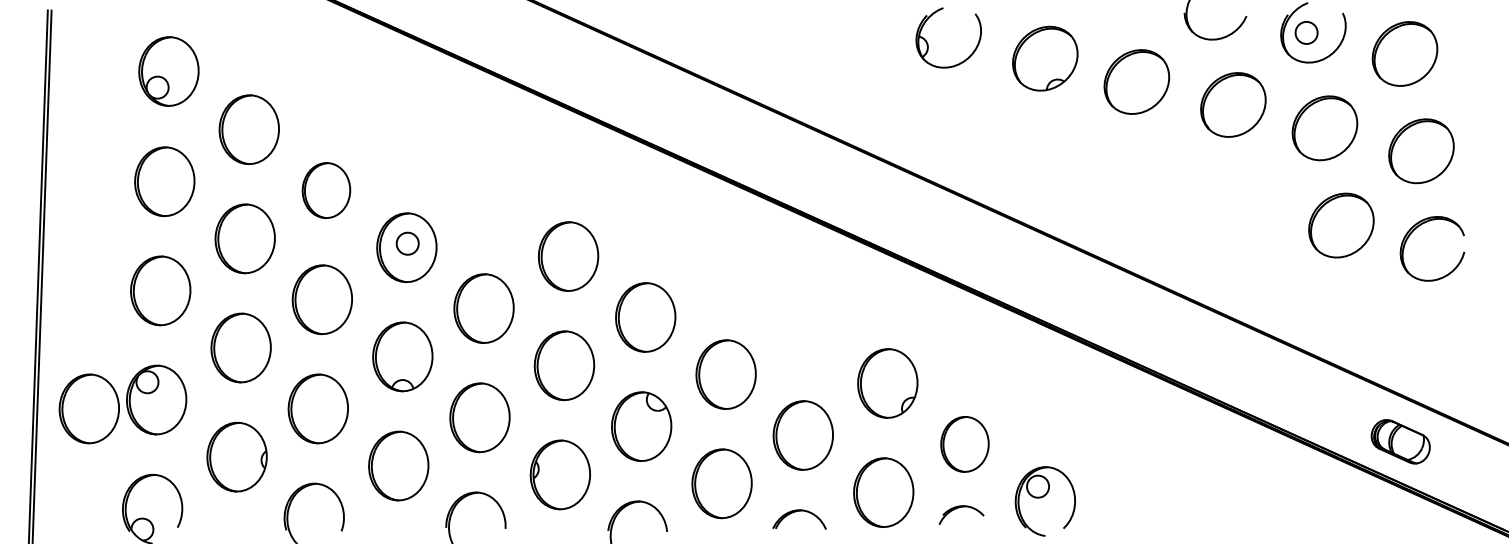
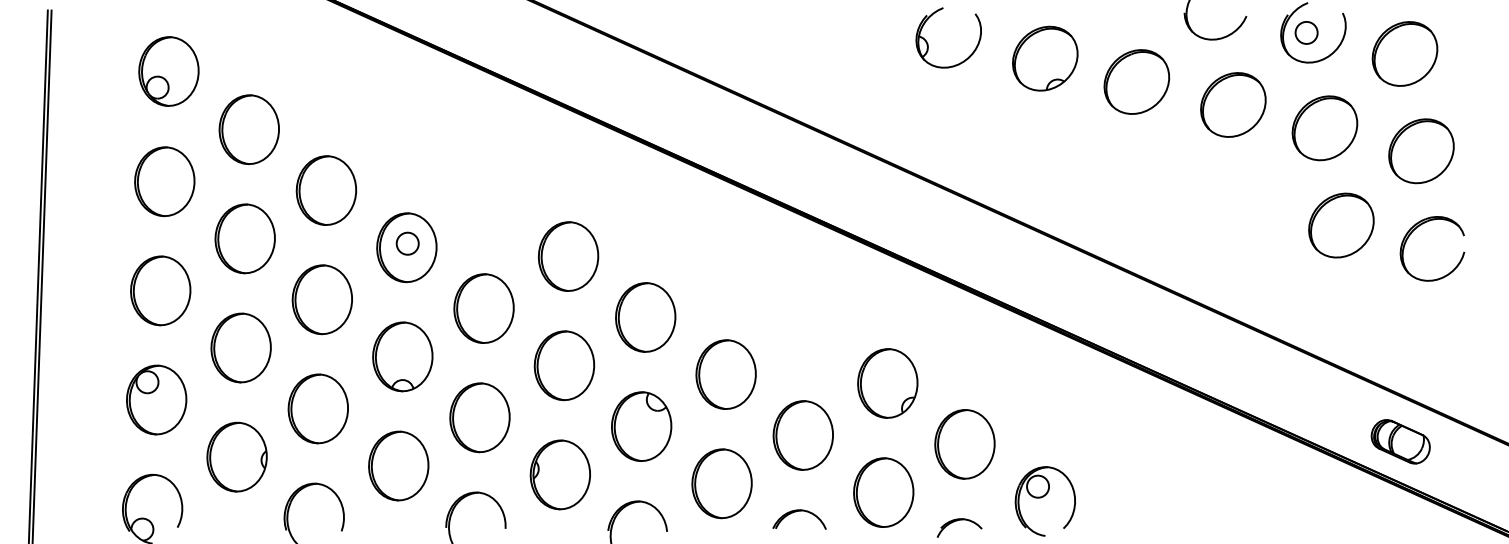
part at (326, 190) size: 51x57 px -> 63x71 px
part at (88, 408): present -> none
part at (964, 444) size: 50x57 px -> 62x71 px
part at (959, 508) position: (959, 508) -> (957, 521)
